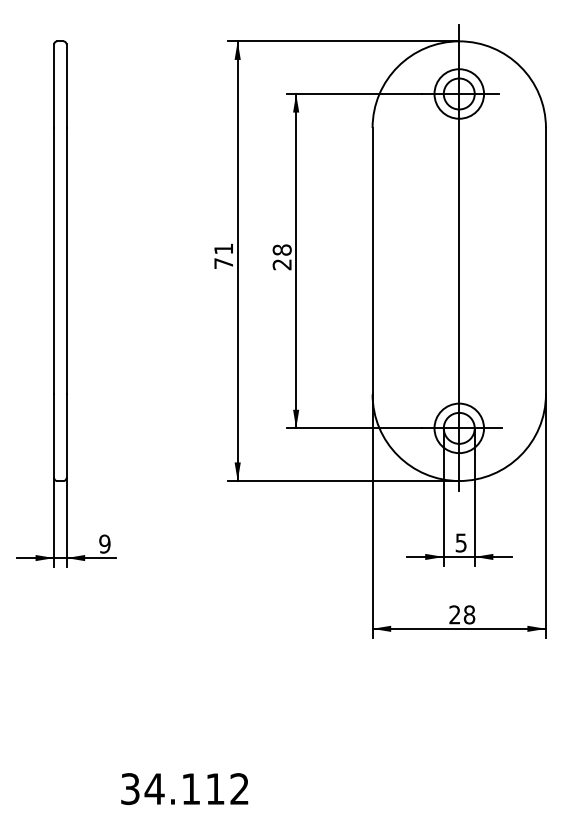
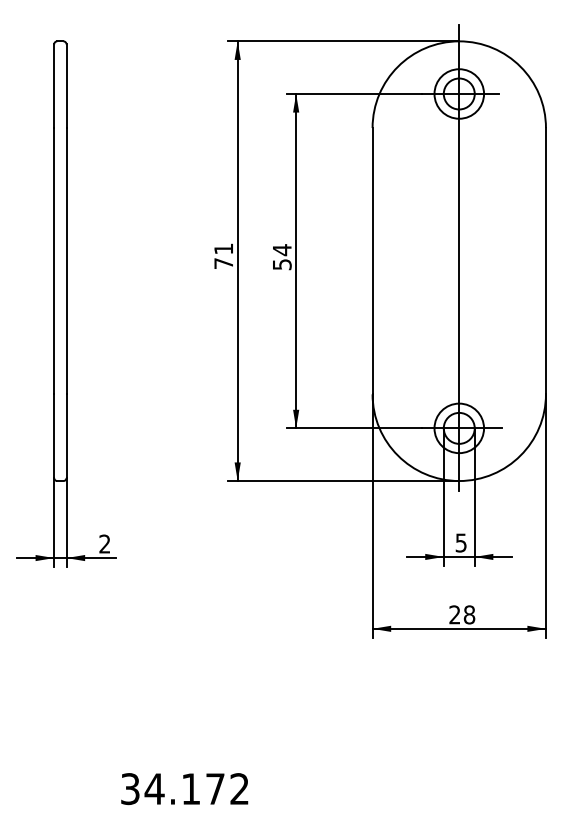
text at (281, 257): 28 -> 54
text at (104, 543): 9 -> 2
text at (215, 788): 34.112 -> 34.172
